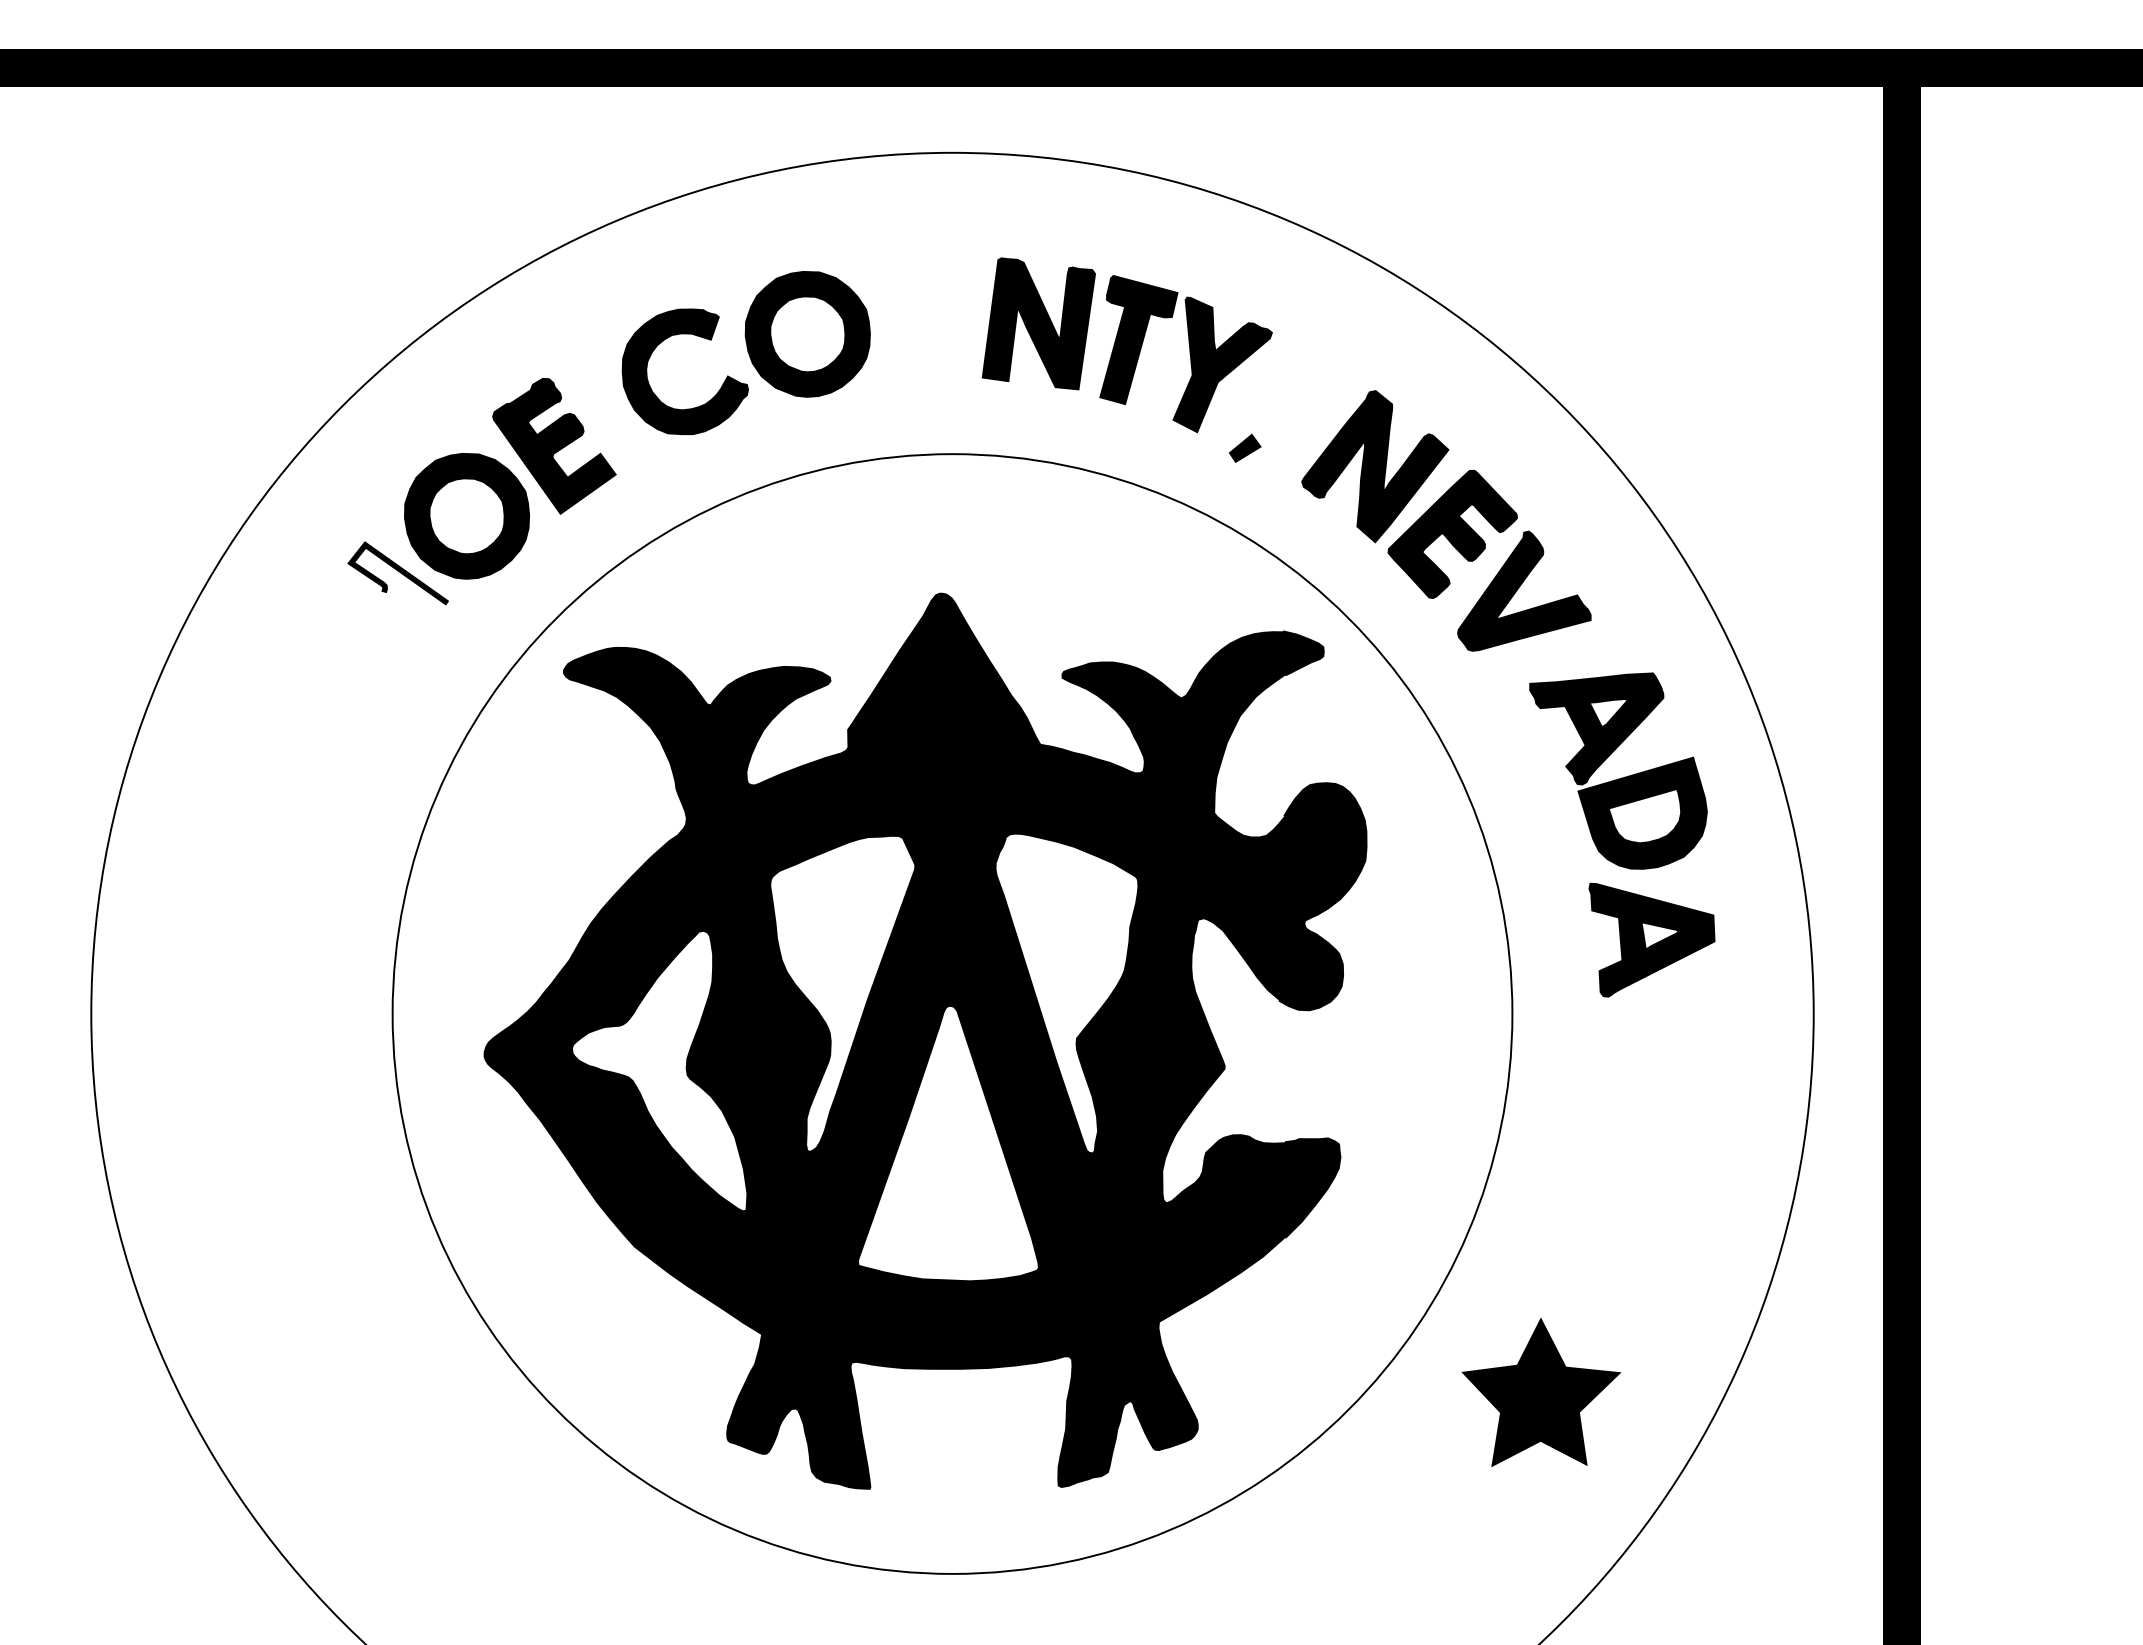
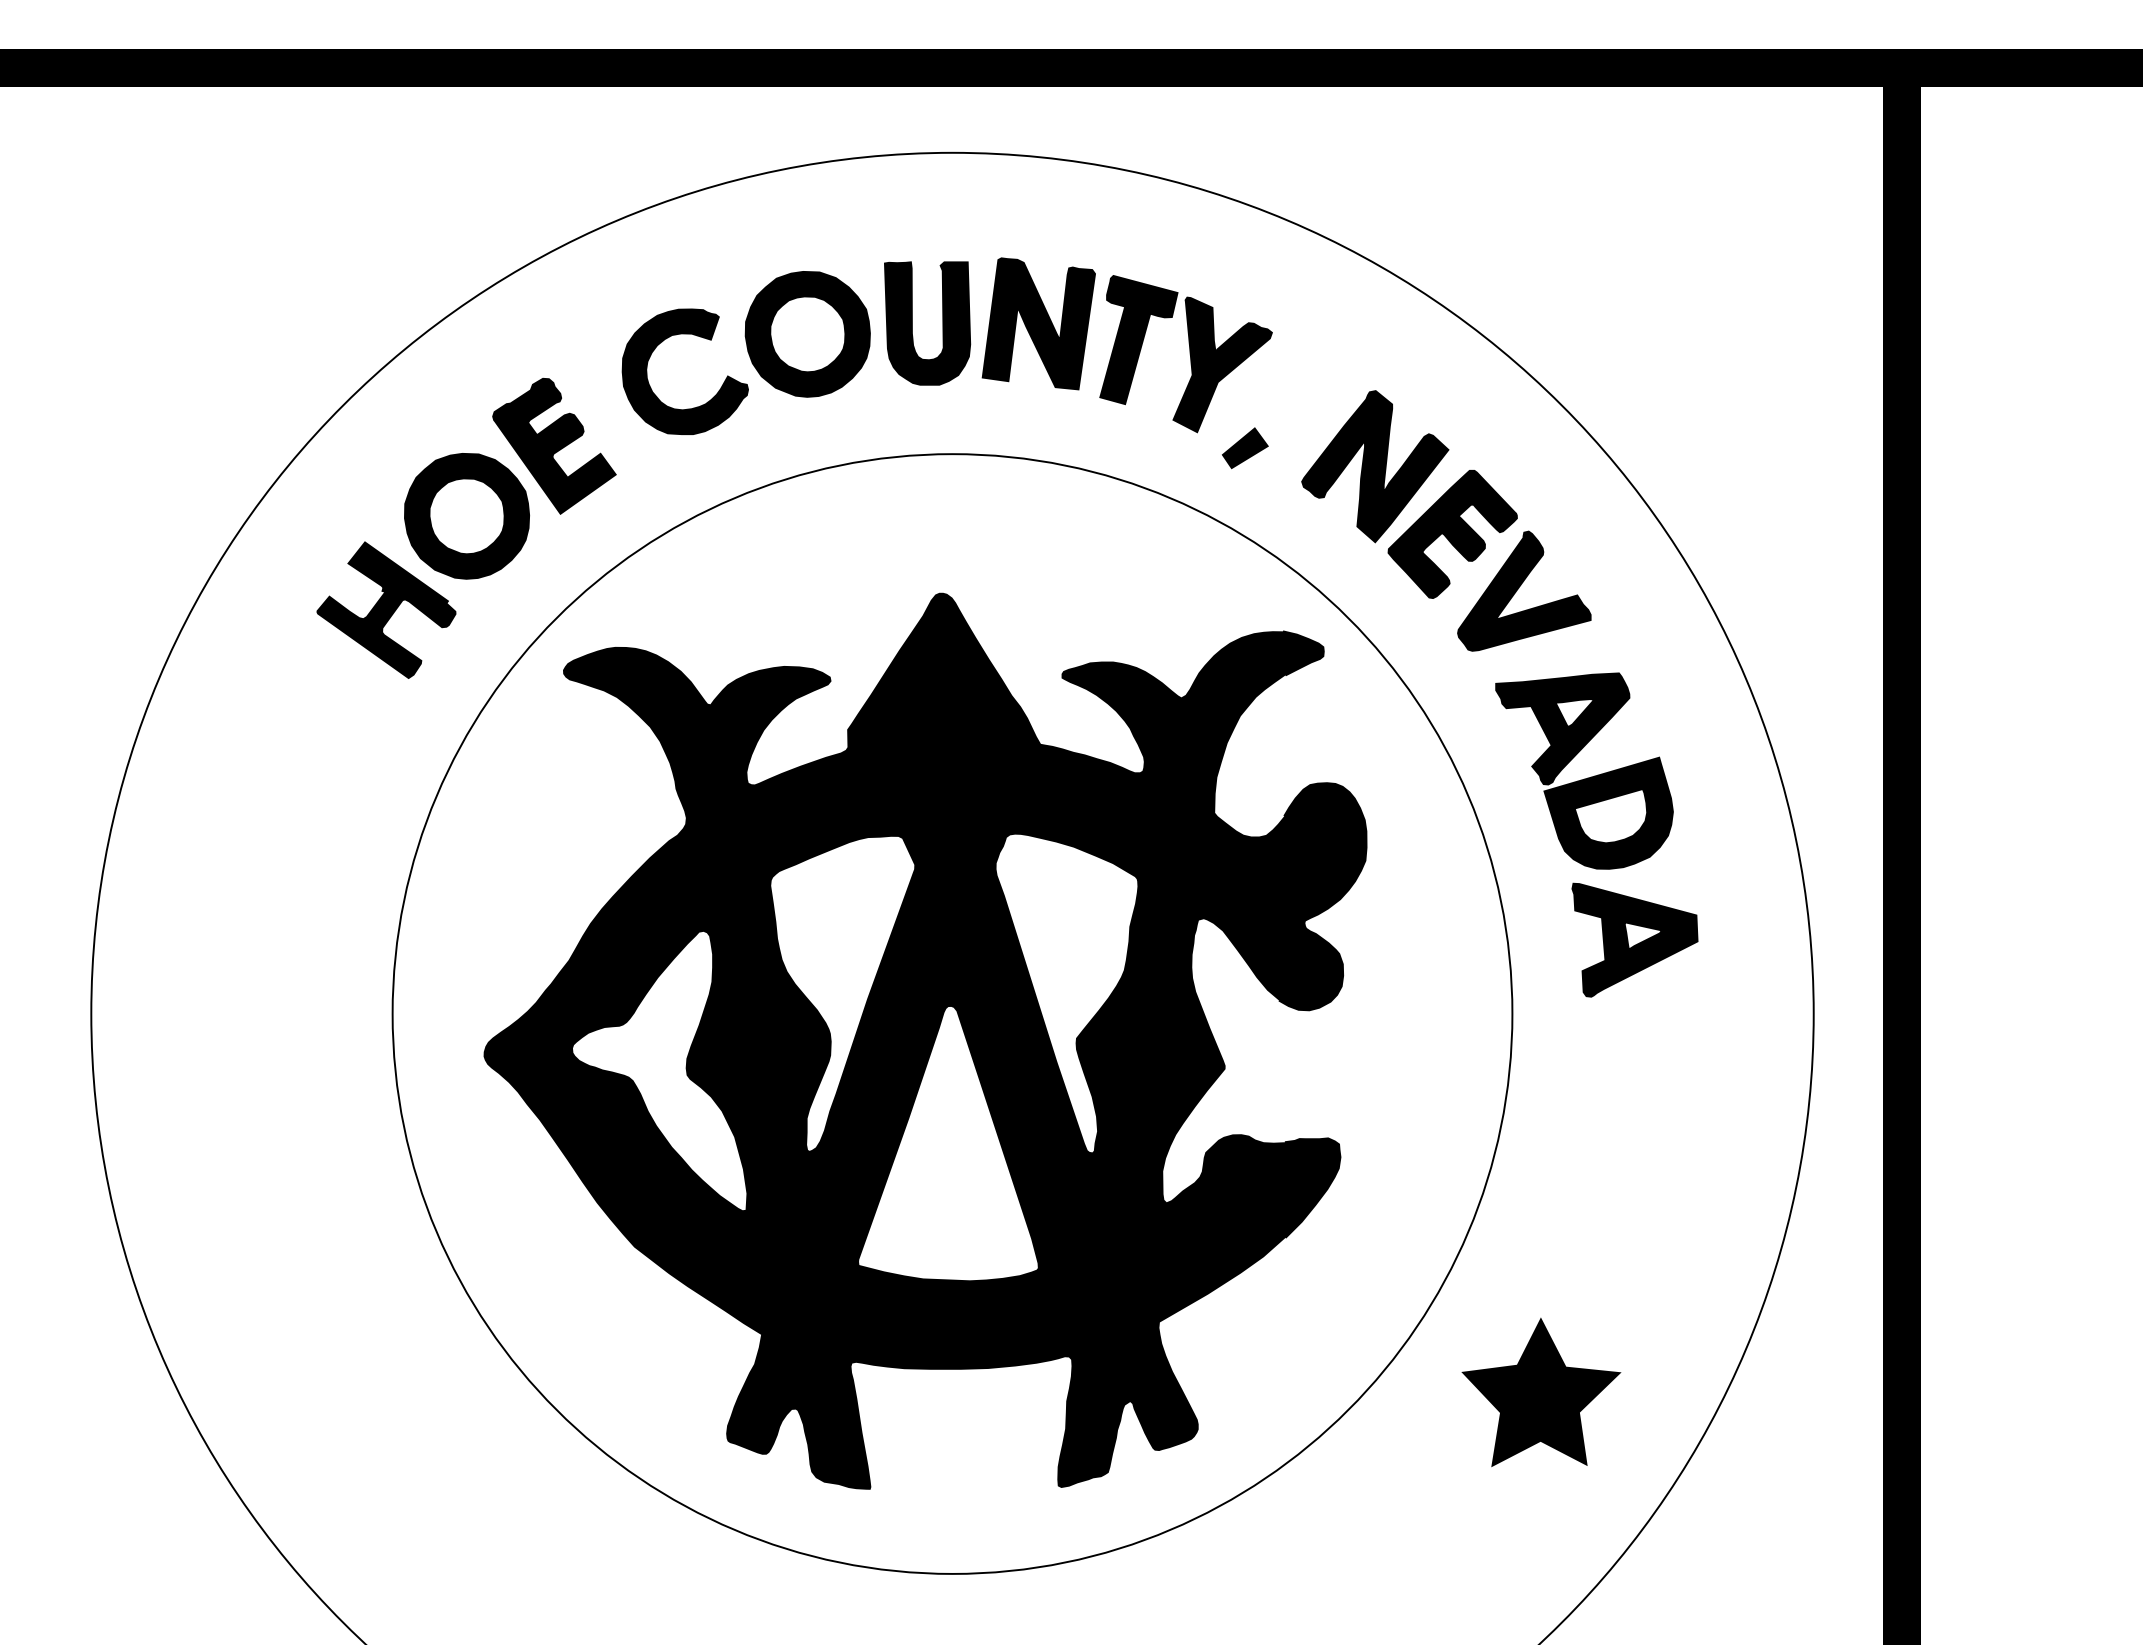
part at (912, 323): none -> present
part at (1245, 447) size: 33x30 px -> 48x43 px
fill at (386, 612): none -> present
part at (1621, 777) position: (1621, 777) -> (1587, 777)
part at (1651, 939) position: (1651, 939) -> (1634, 939)
